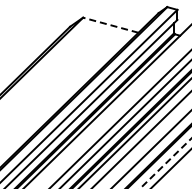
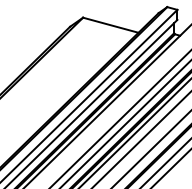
line at (110, 25): dashed -> solid
line at (165, 163): dashed -> solid
